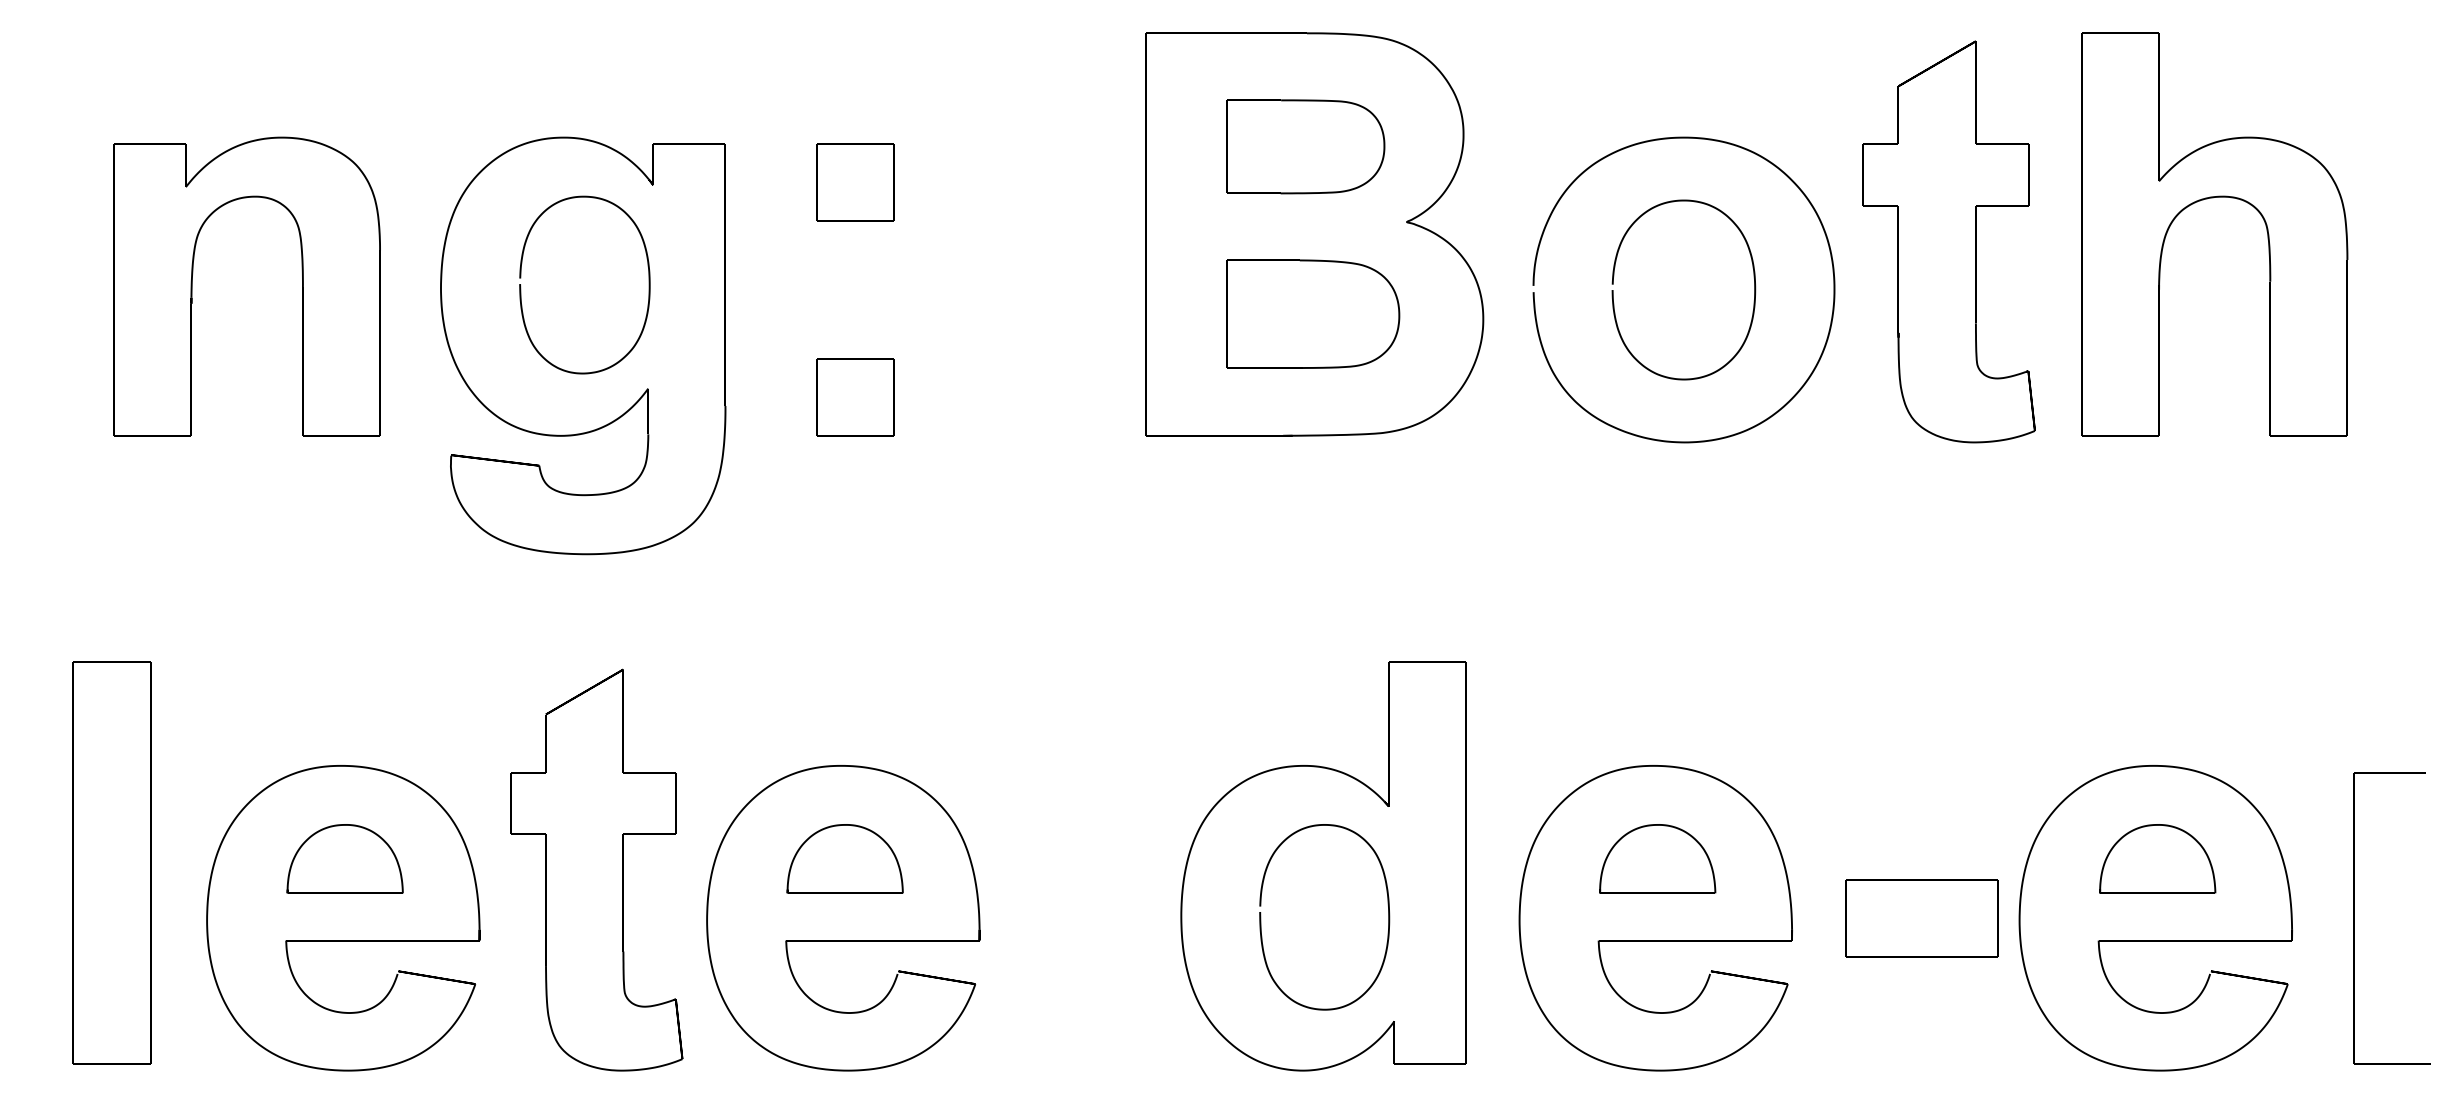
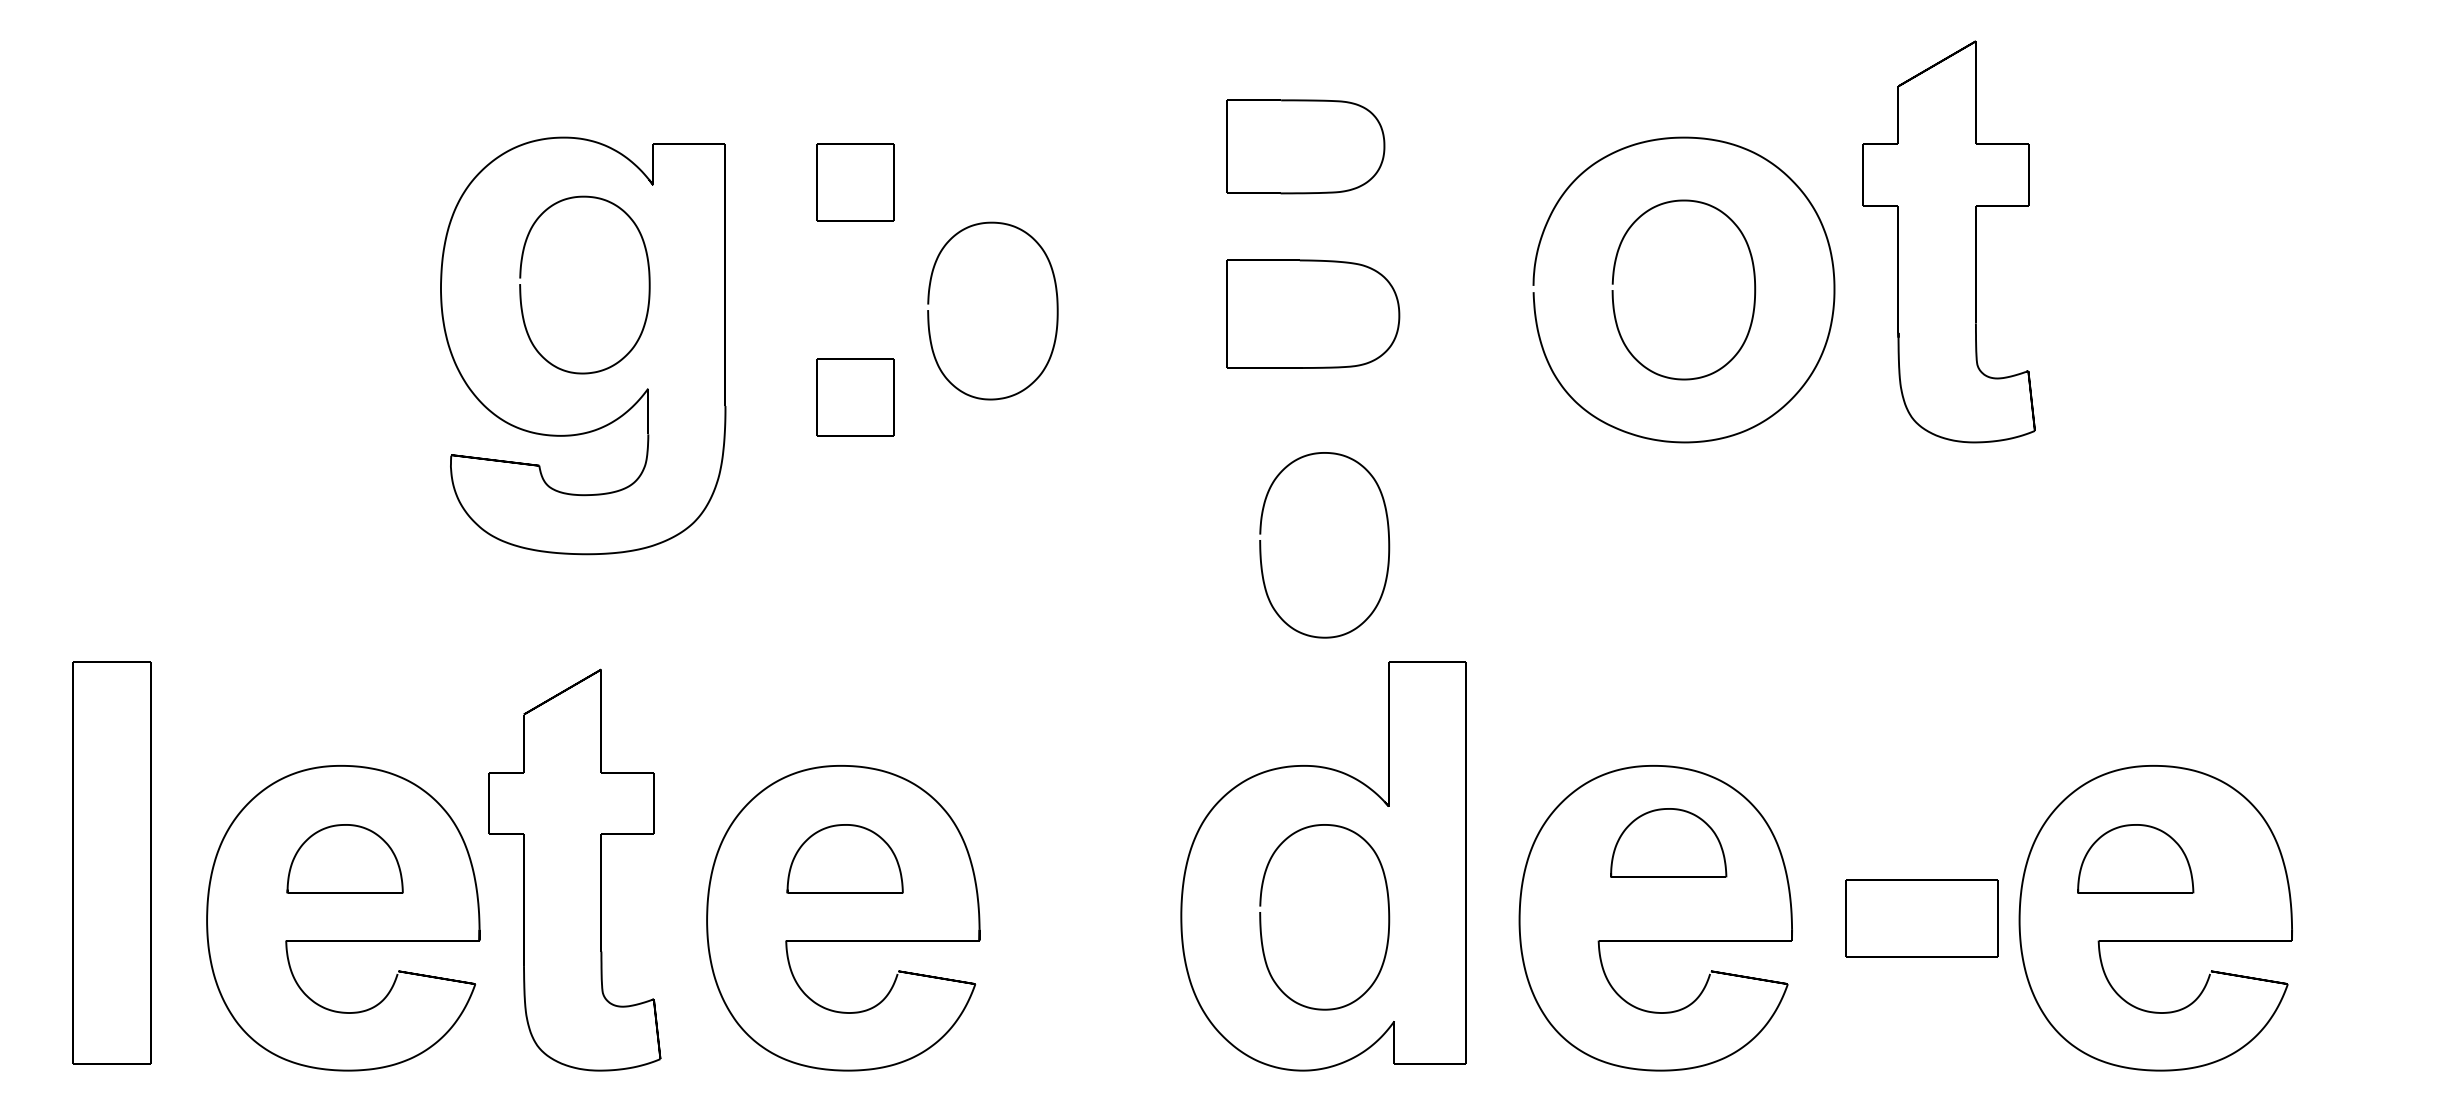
part at (2207, 199): present -> none
part at (1314, 234): present -> none
part at (192, 286): present -> none
curve at (929, 312): none -> present
curve at (1261, 545): none -> present
part at (1657, 858) position: (1657, 858) -> (1668, 842)
part at (2157, 858) position: (2157, 858) -> (2135, 858)
part at (596, 869) position: (596, 869) -> (574, 869)
part at (2354, 918): present -> none
